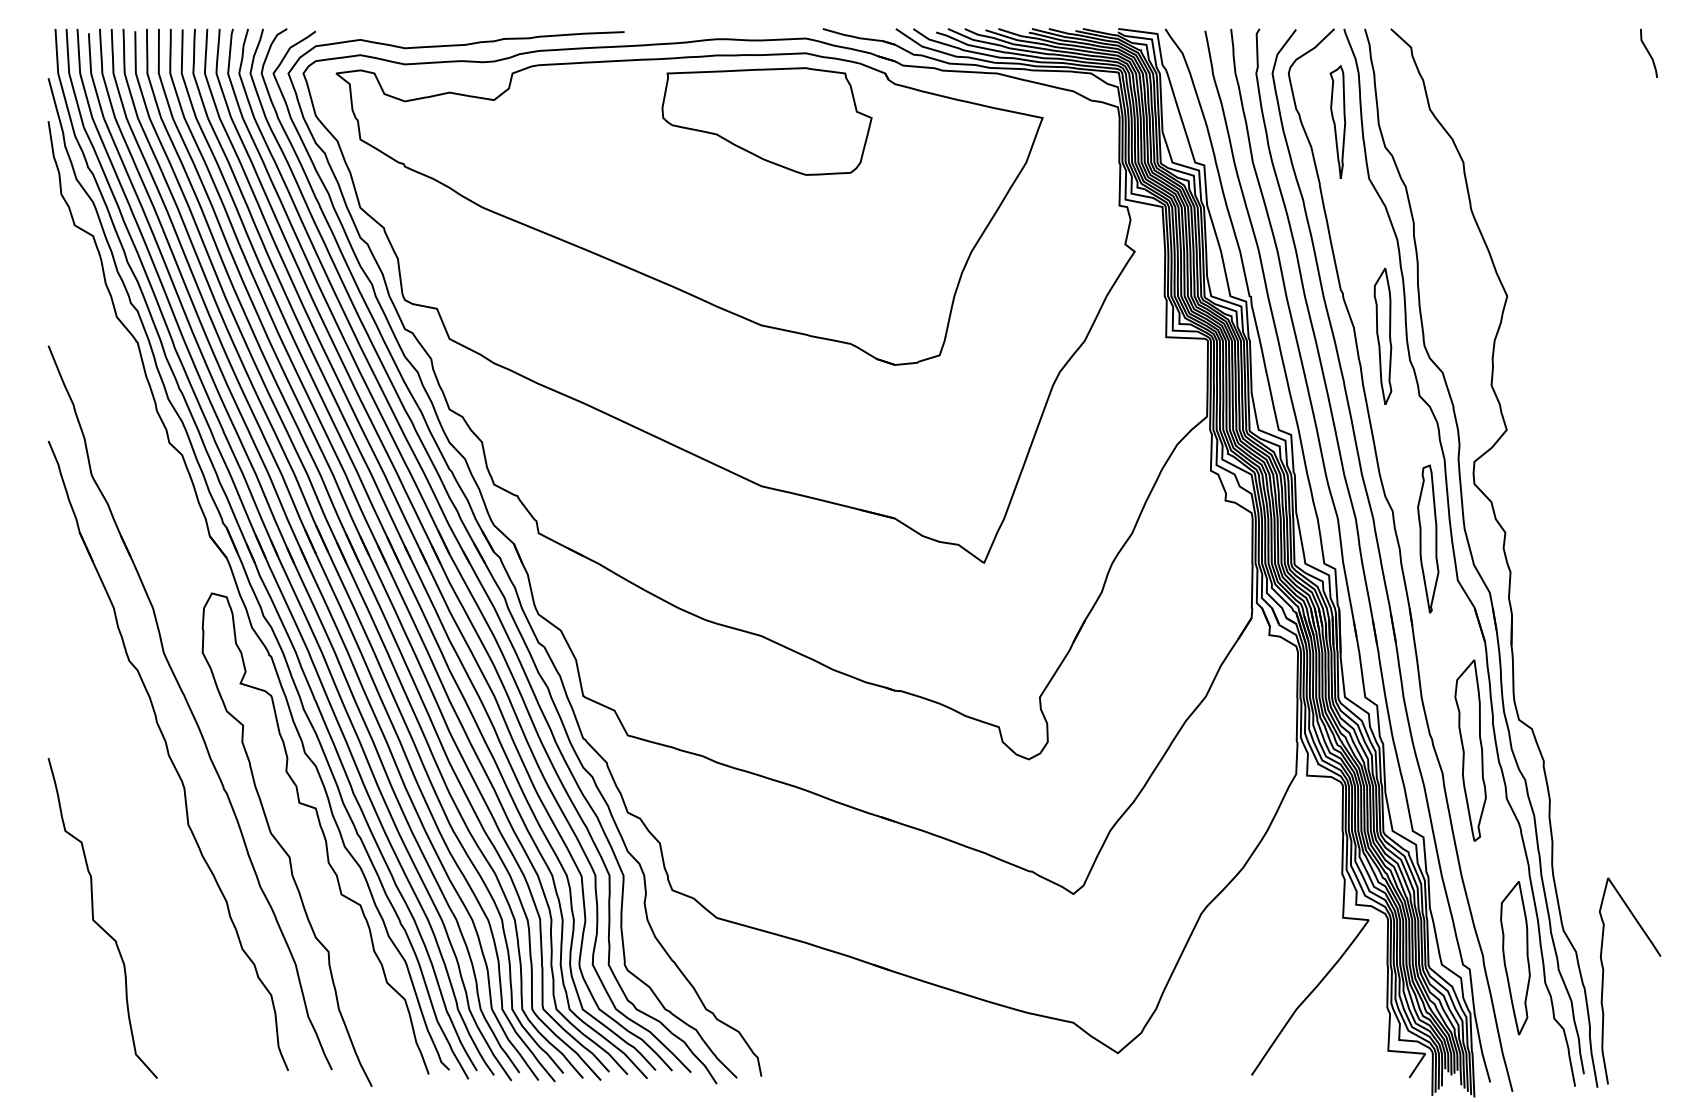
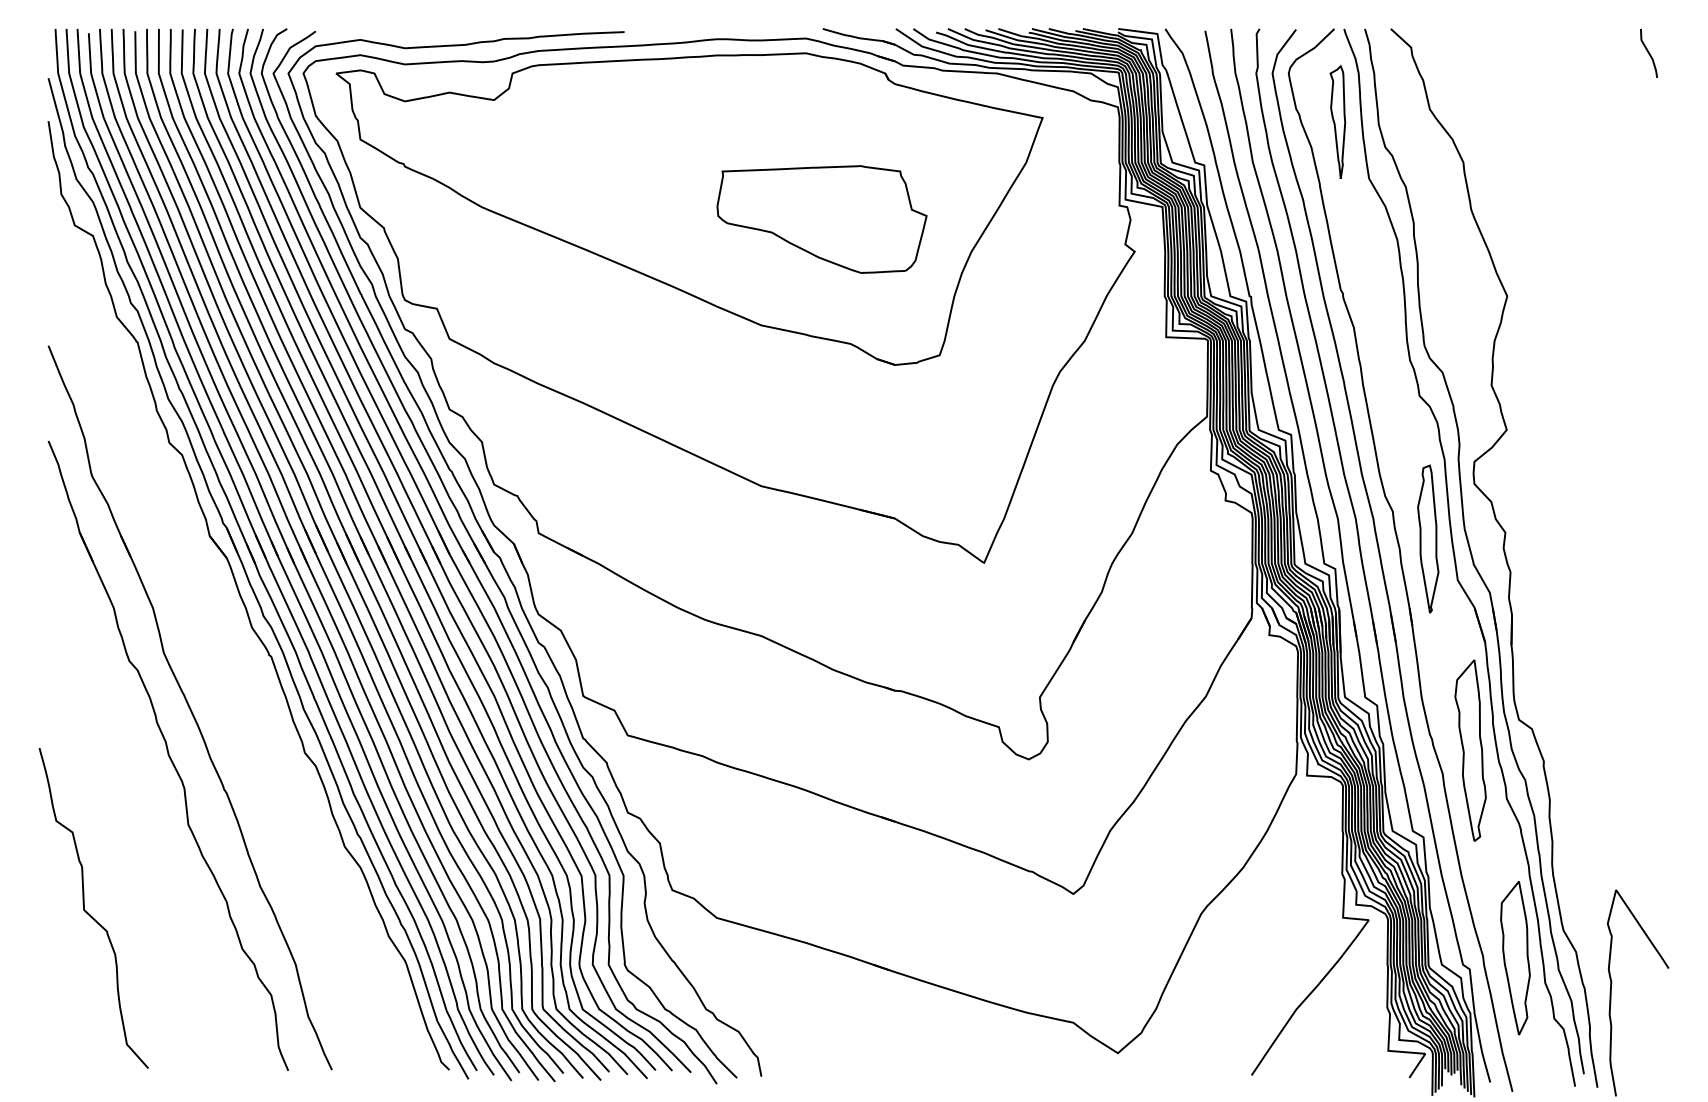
part at (766, 121) position: (766, 121) -> (821, 219)
part at (1382, 335): present -> none
curve at (323, 837): present -> none
curve at (97, 922) position: (97, 922) -> (88, 912)
curve at (1603, 980) position: (1603, 980) -> (1611, 992)
